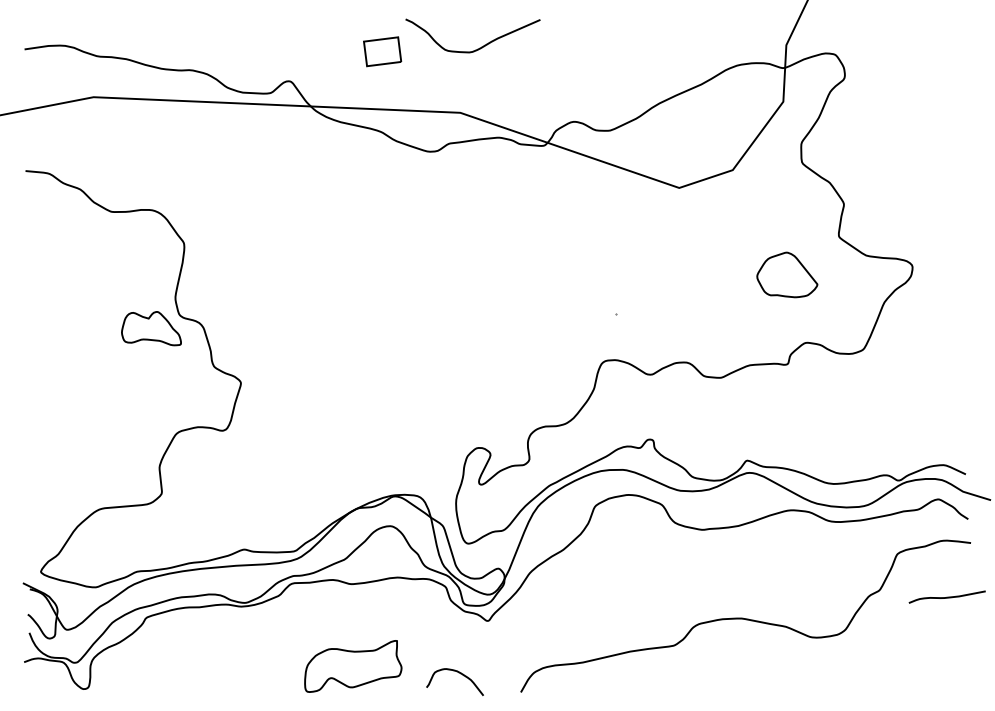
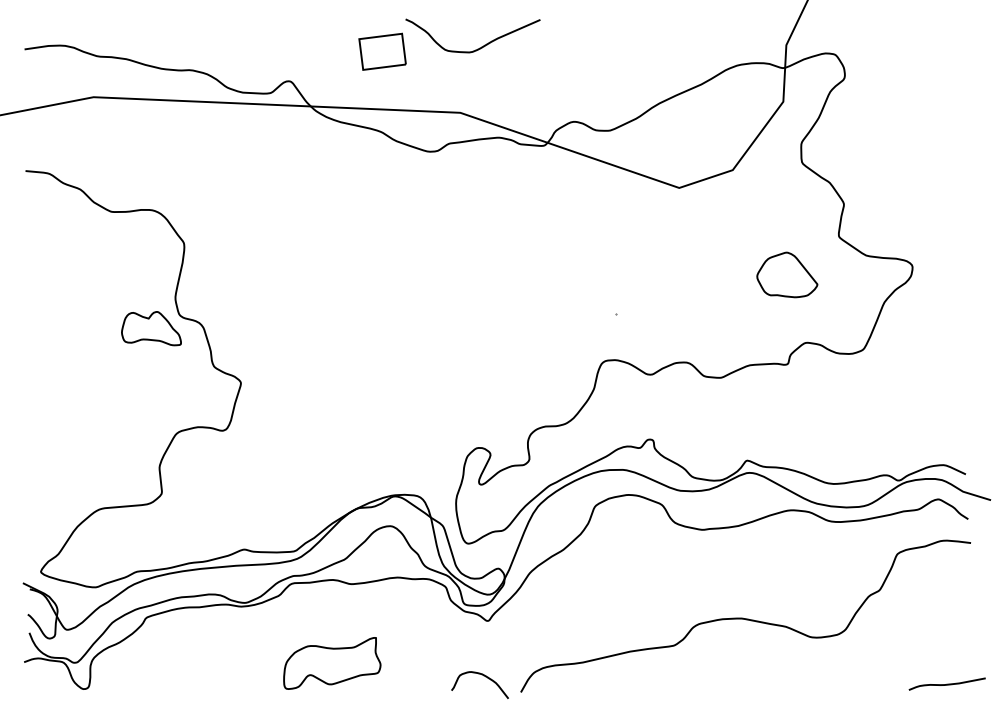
part at (382, 51) size: 40x32 px -> 49x39 px
curve at (946, 596) position: (946, 596) -> (946, 683)
part at (353, 666) position: (353, 666) -> (332, 663)
curve at (458, 673) position: (458, 673) -> (483, 676)
